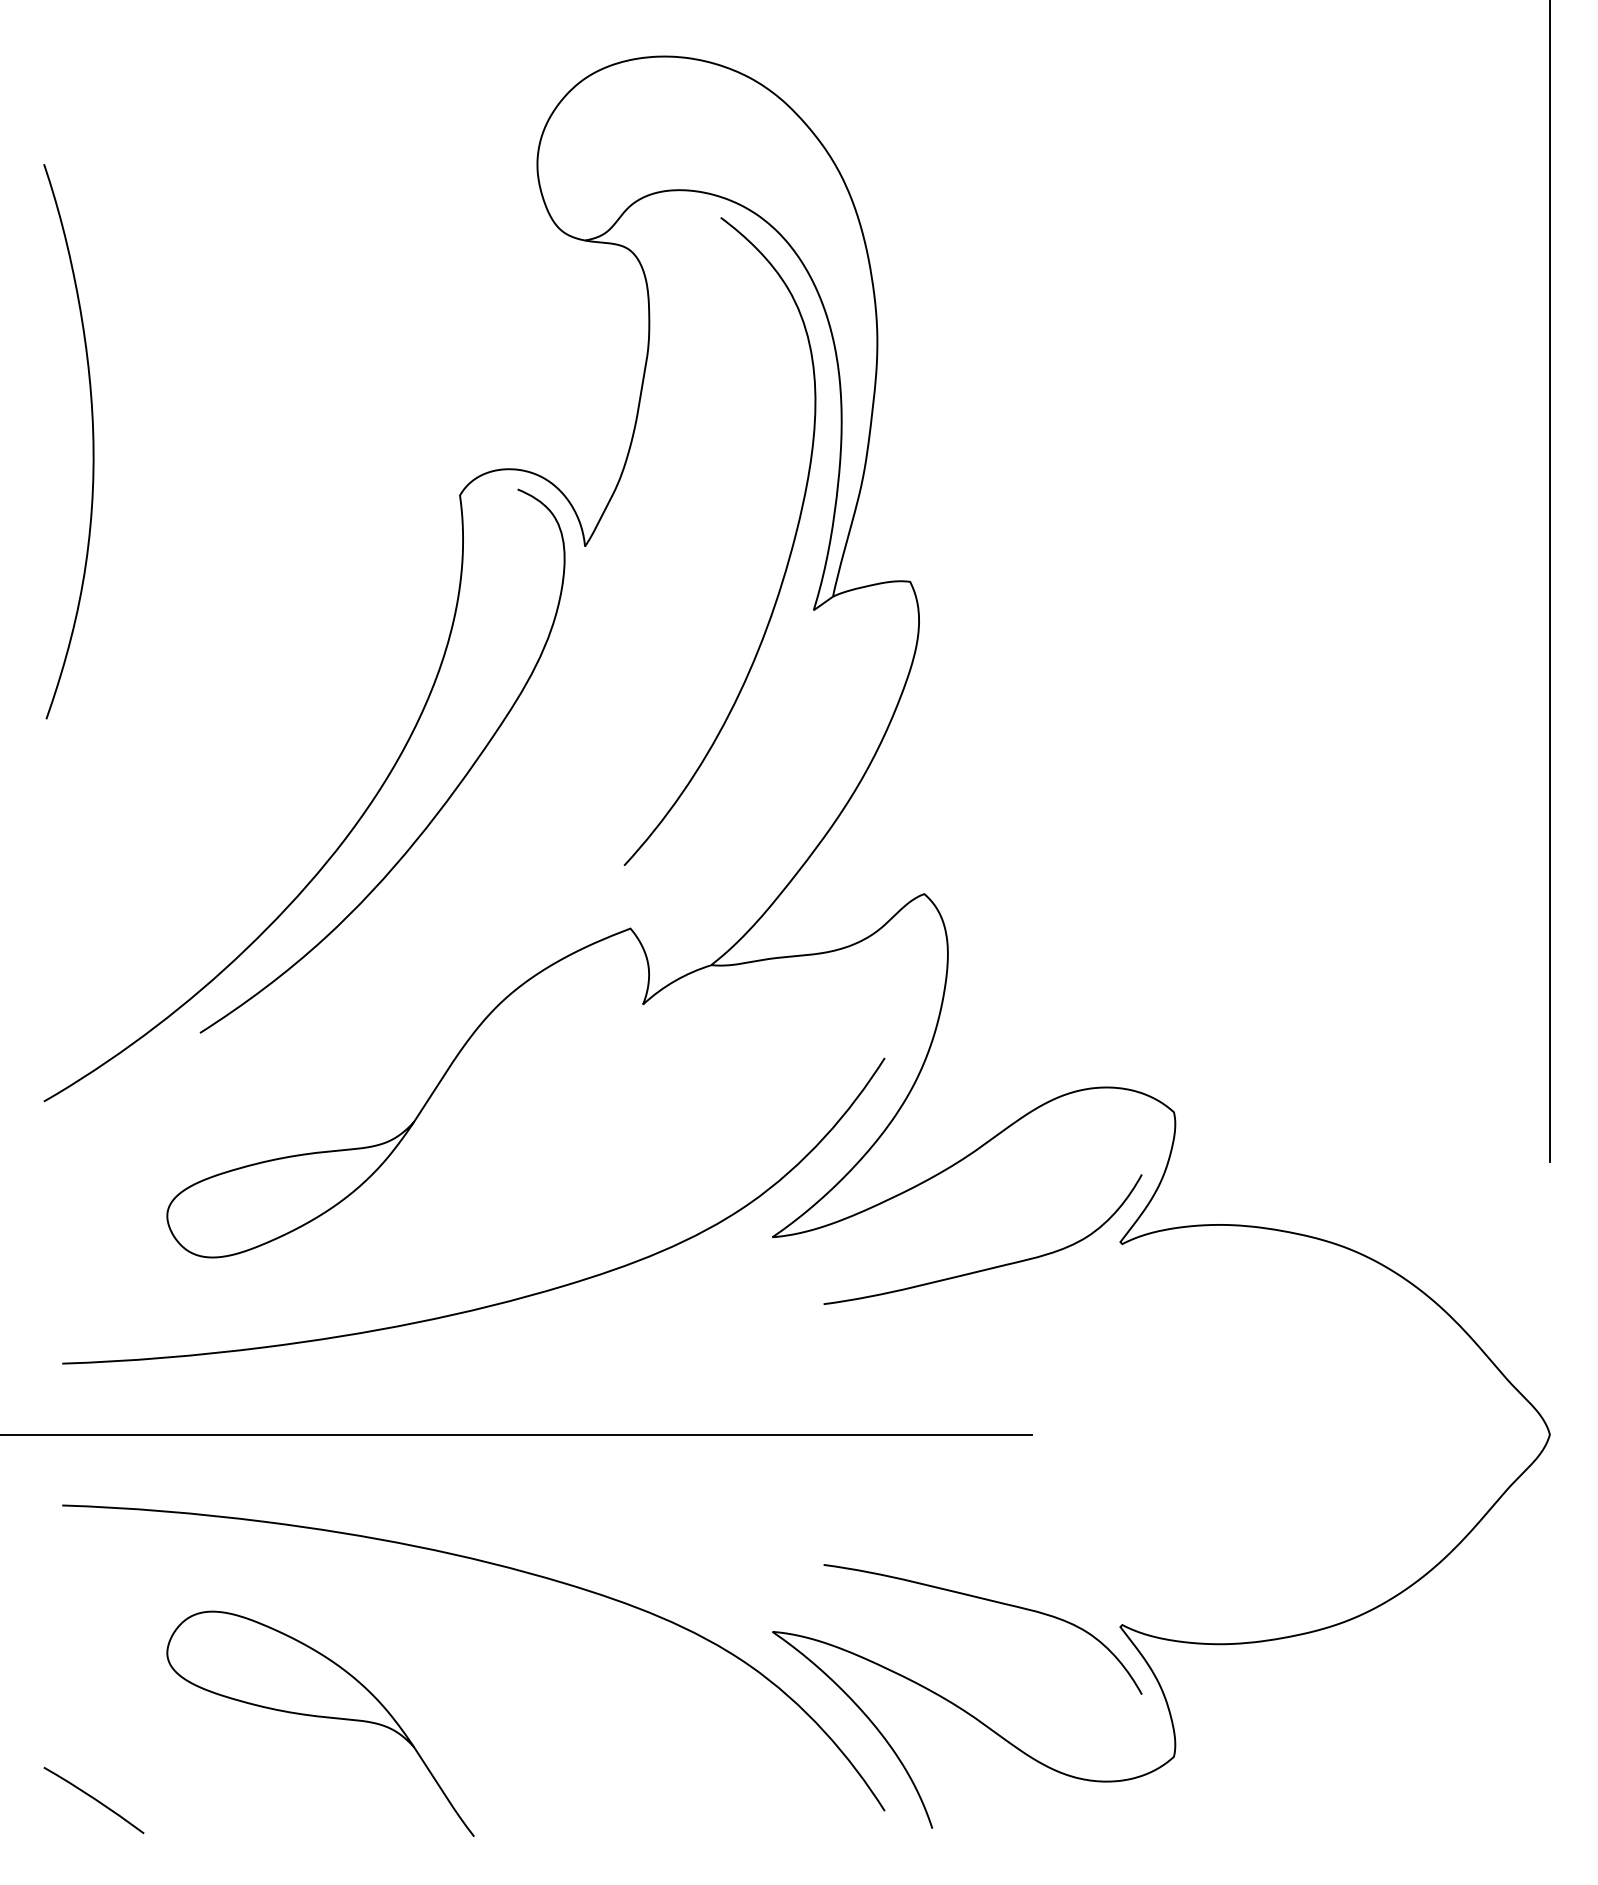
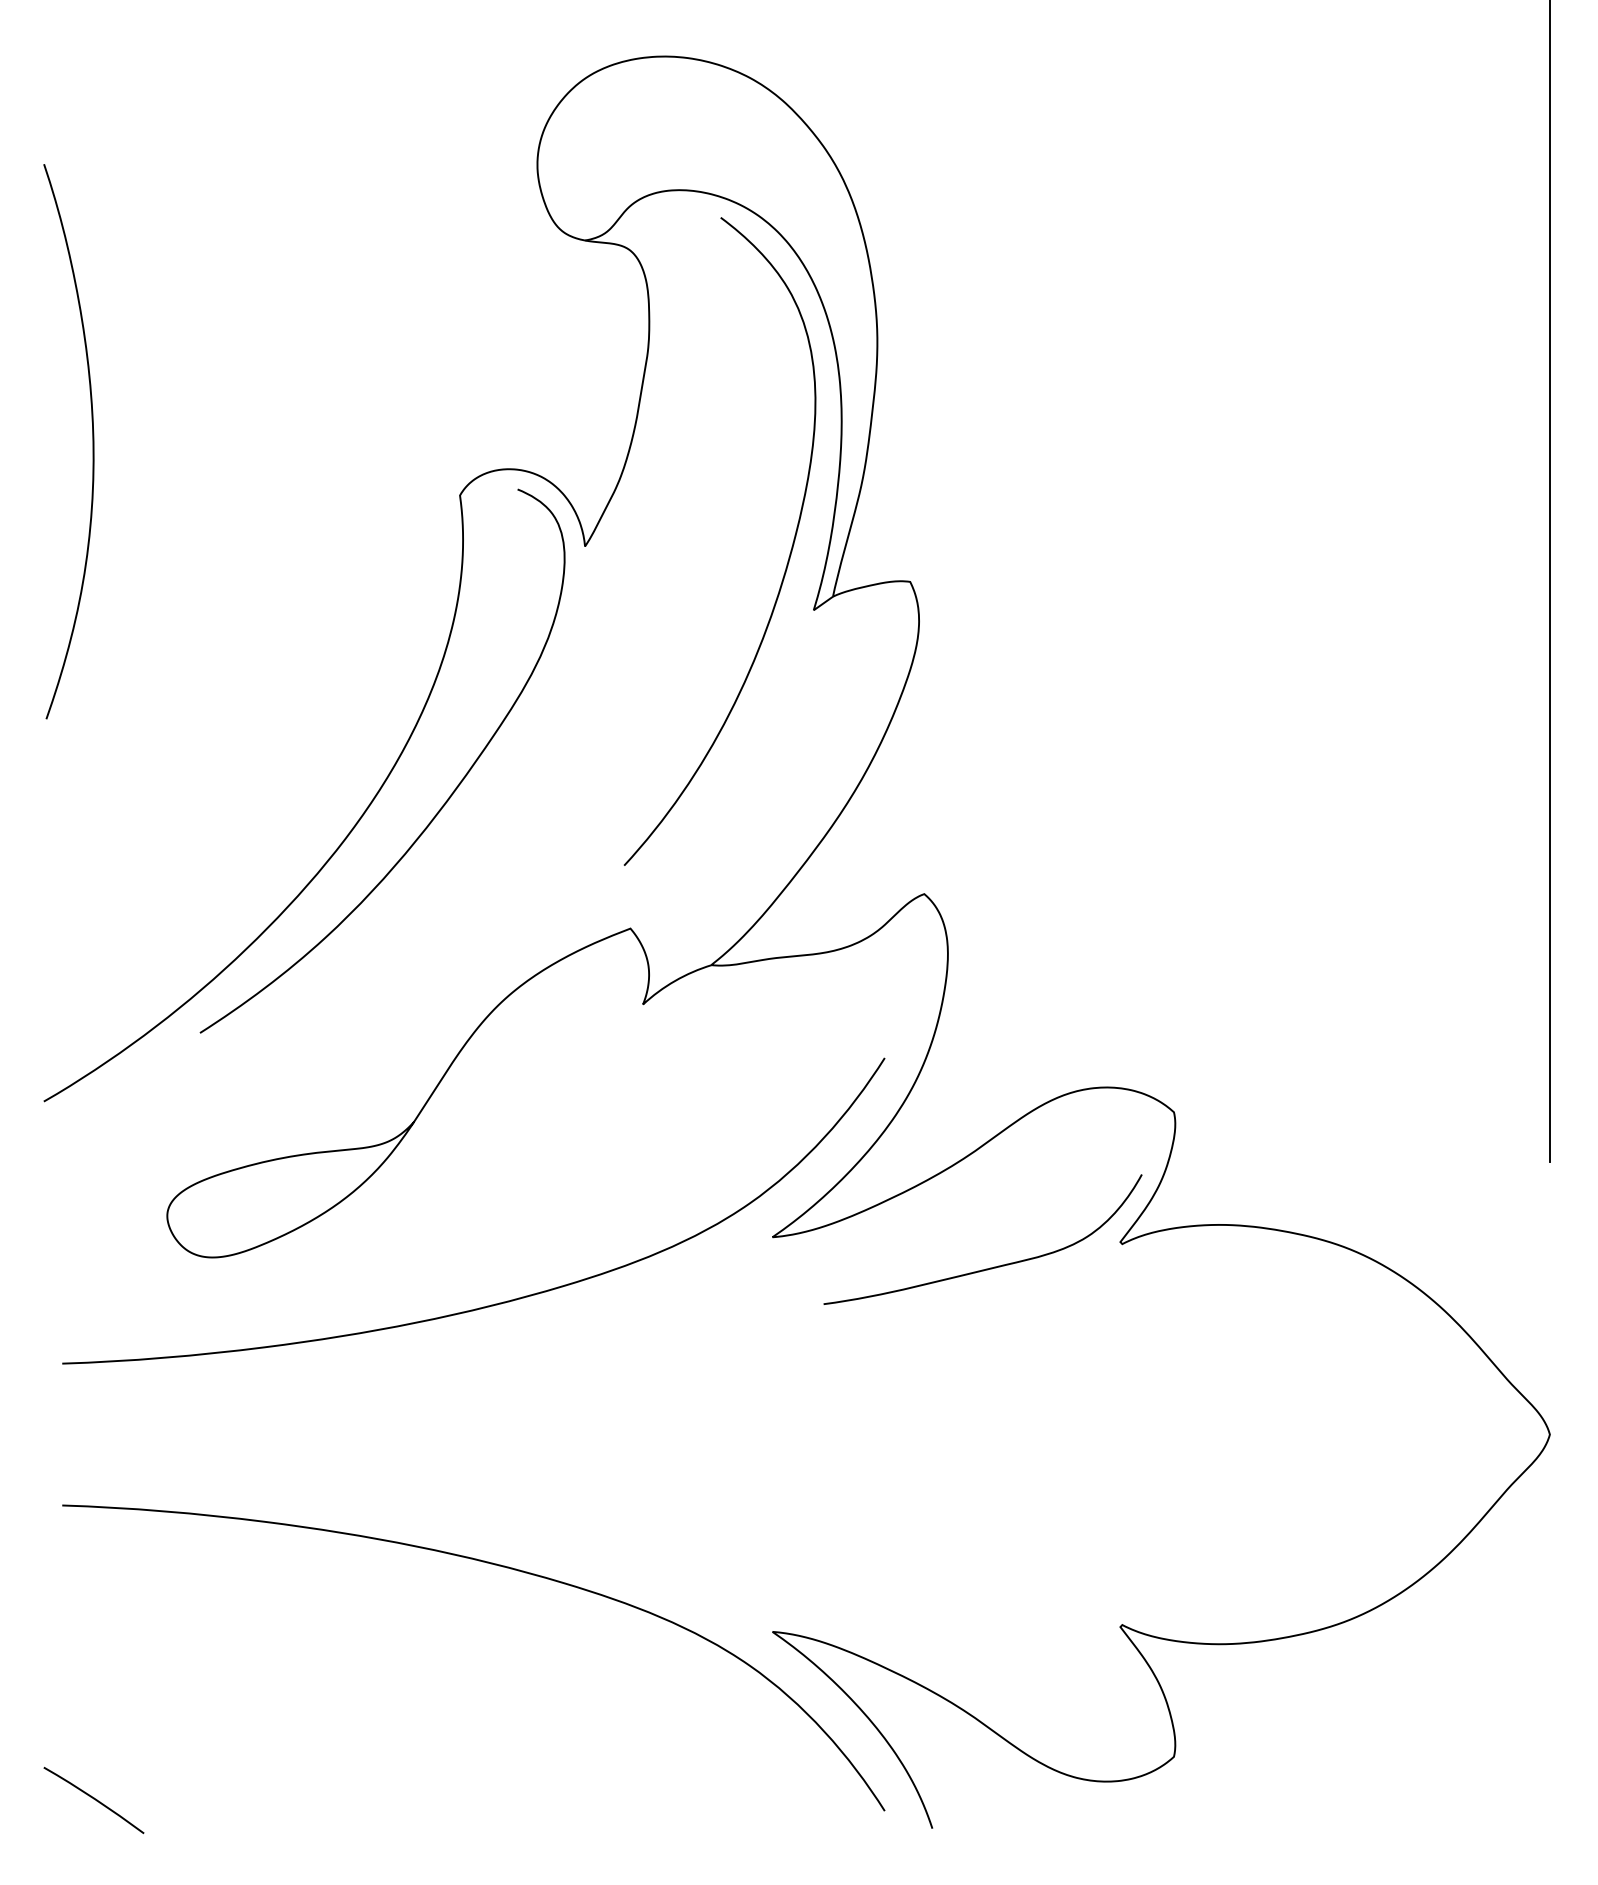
line at (517, 1434): present -> none
curve at (989, 1601): present -> none
curve at (320, 1717): present -> none
